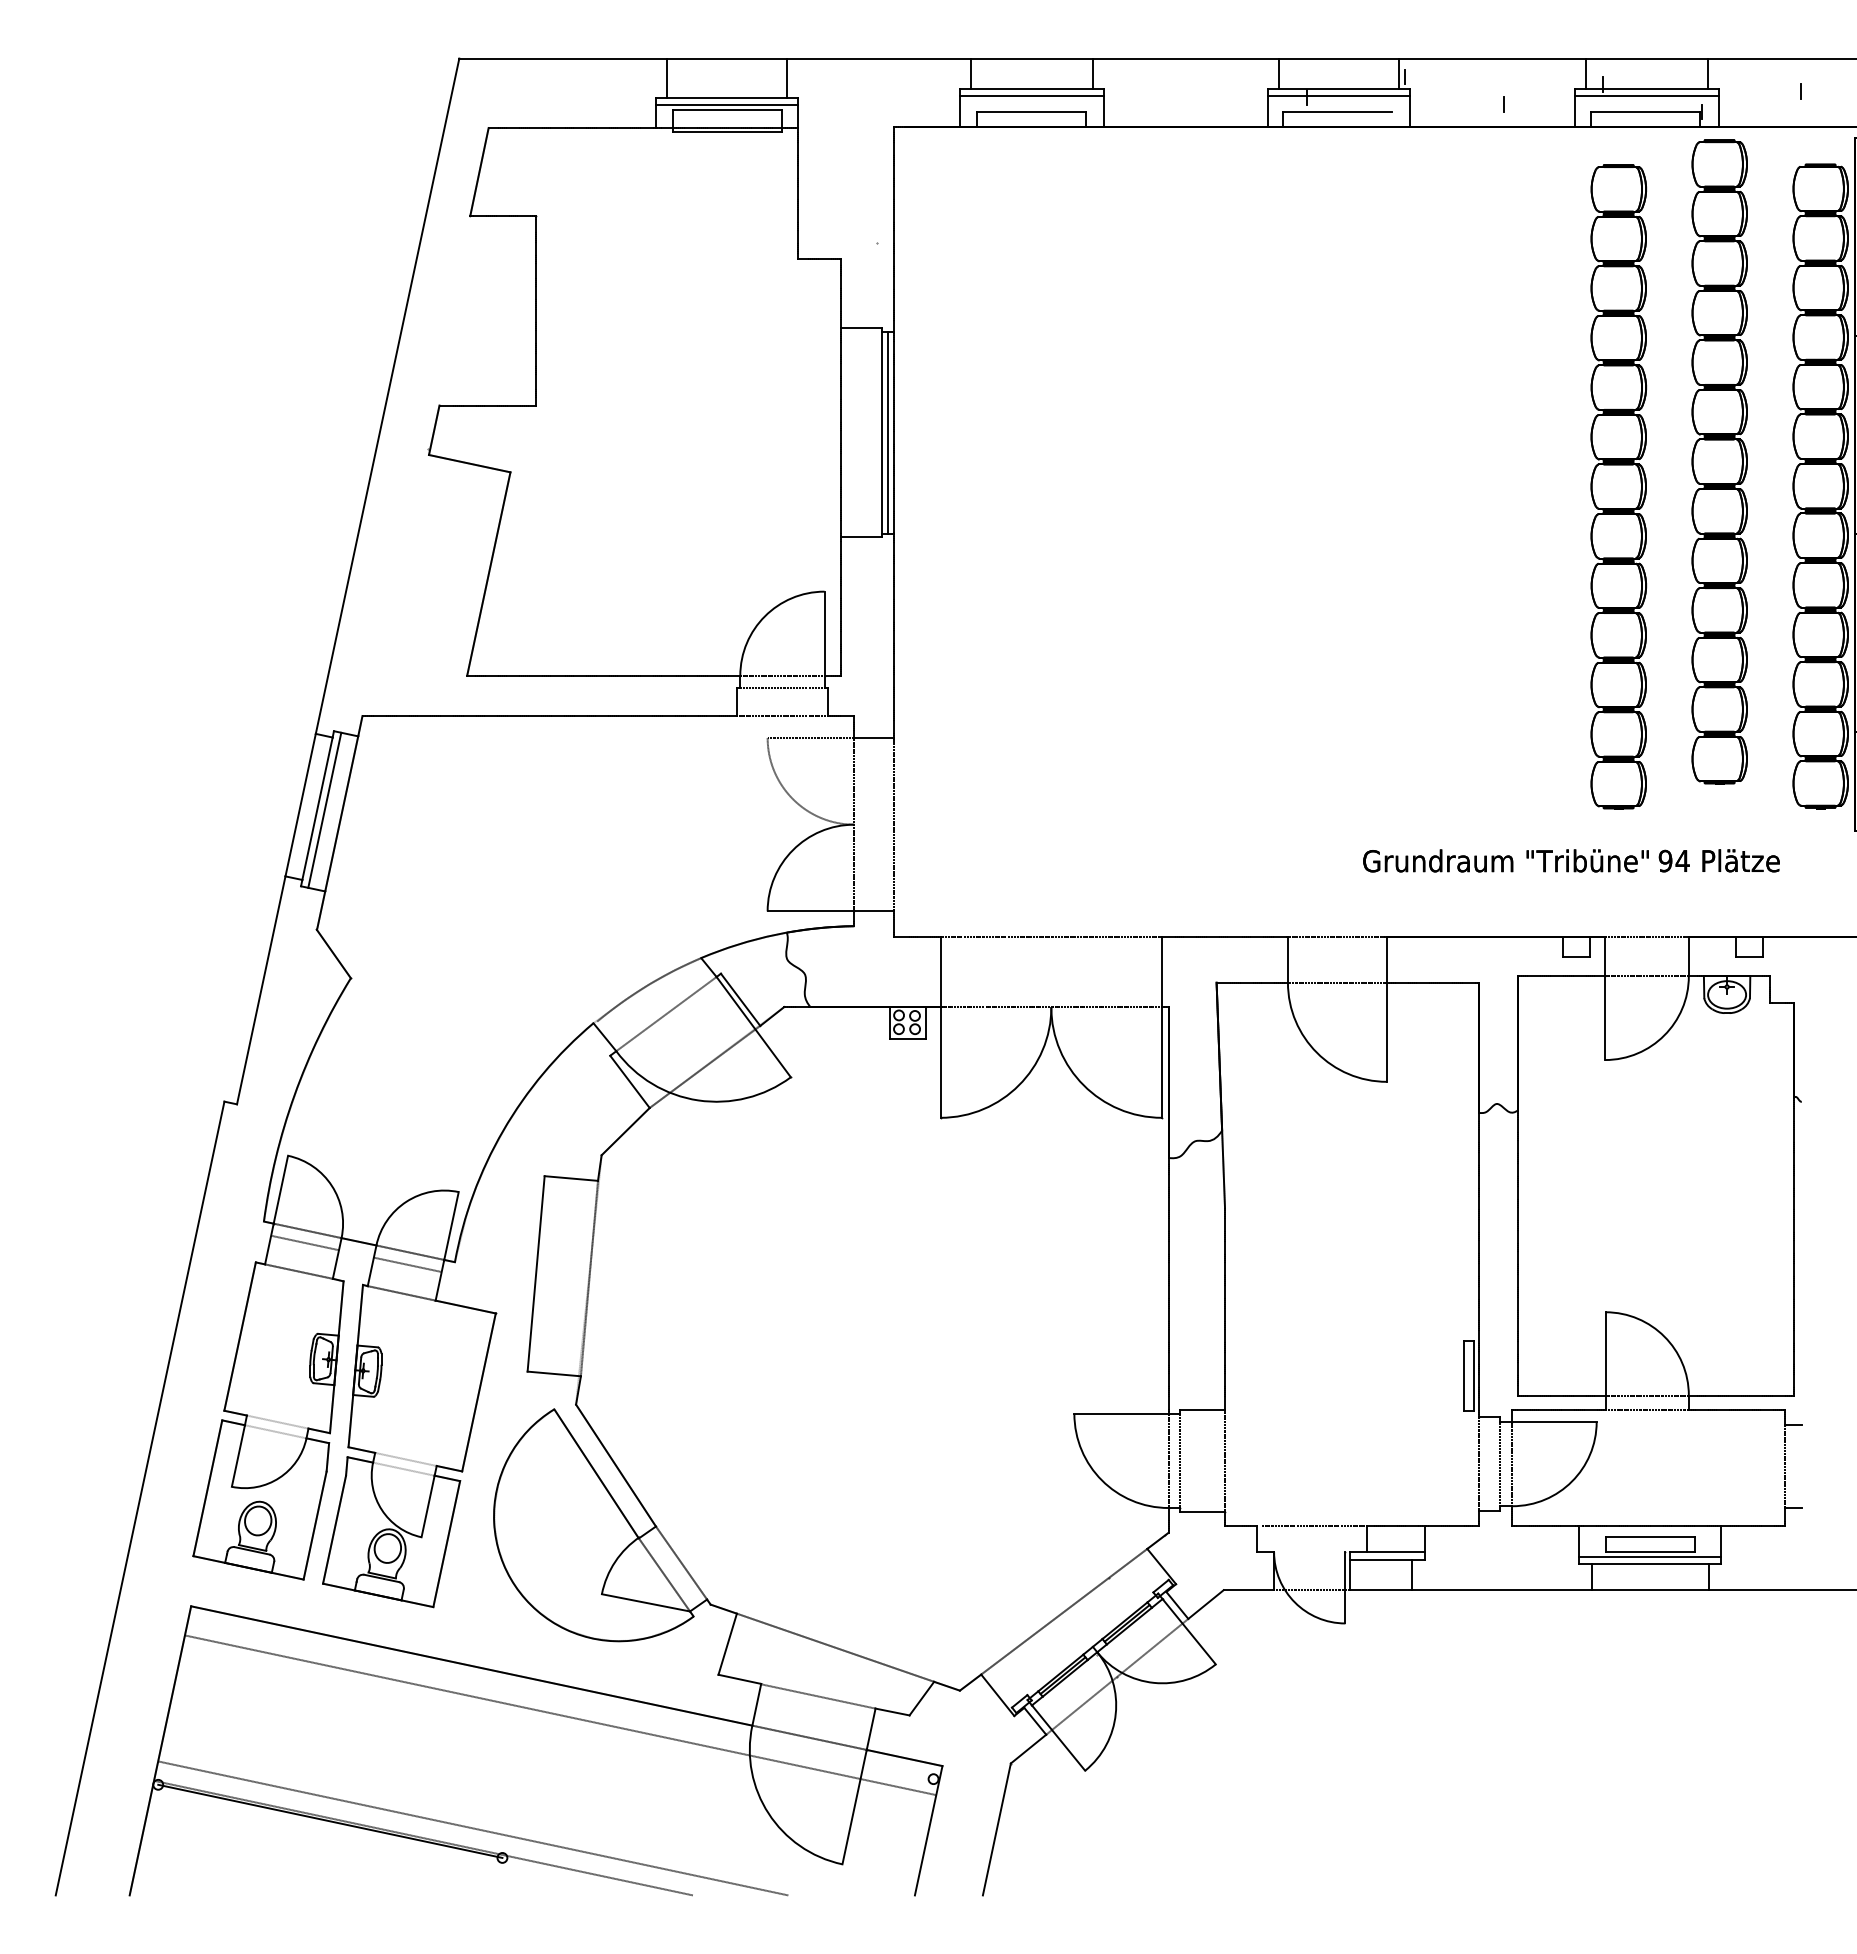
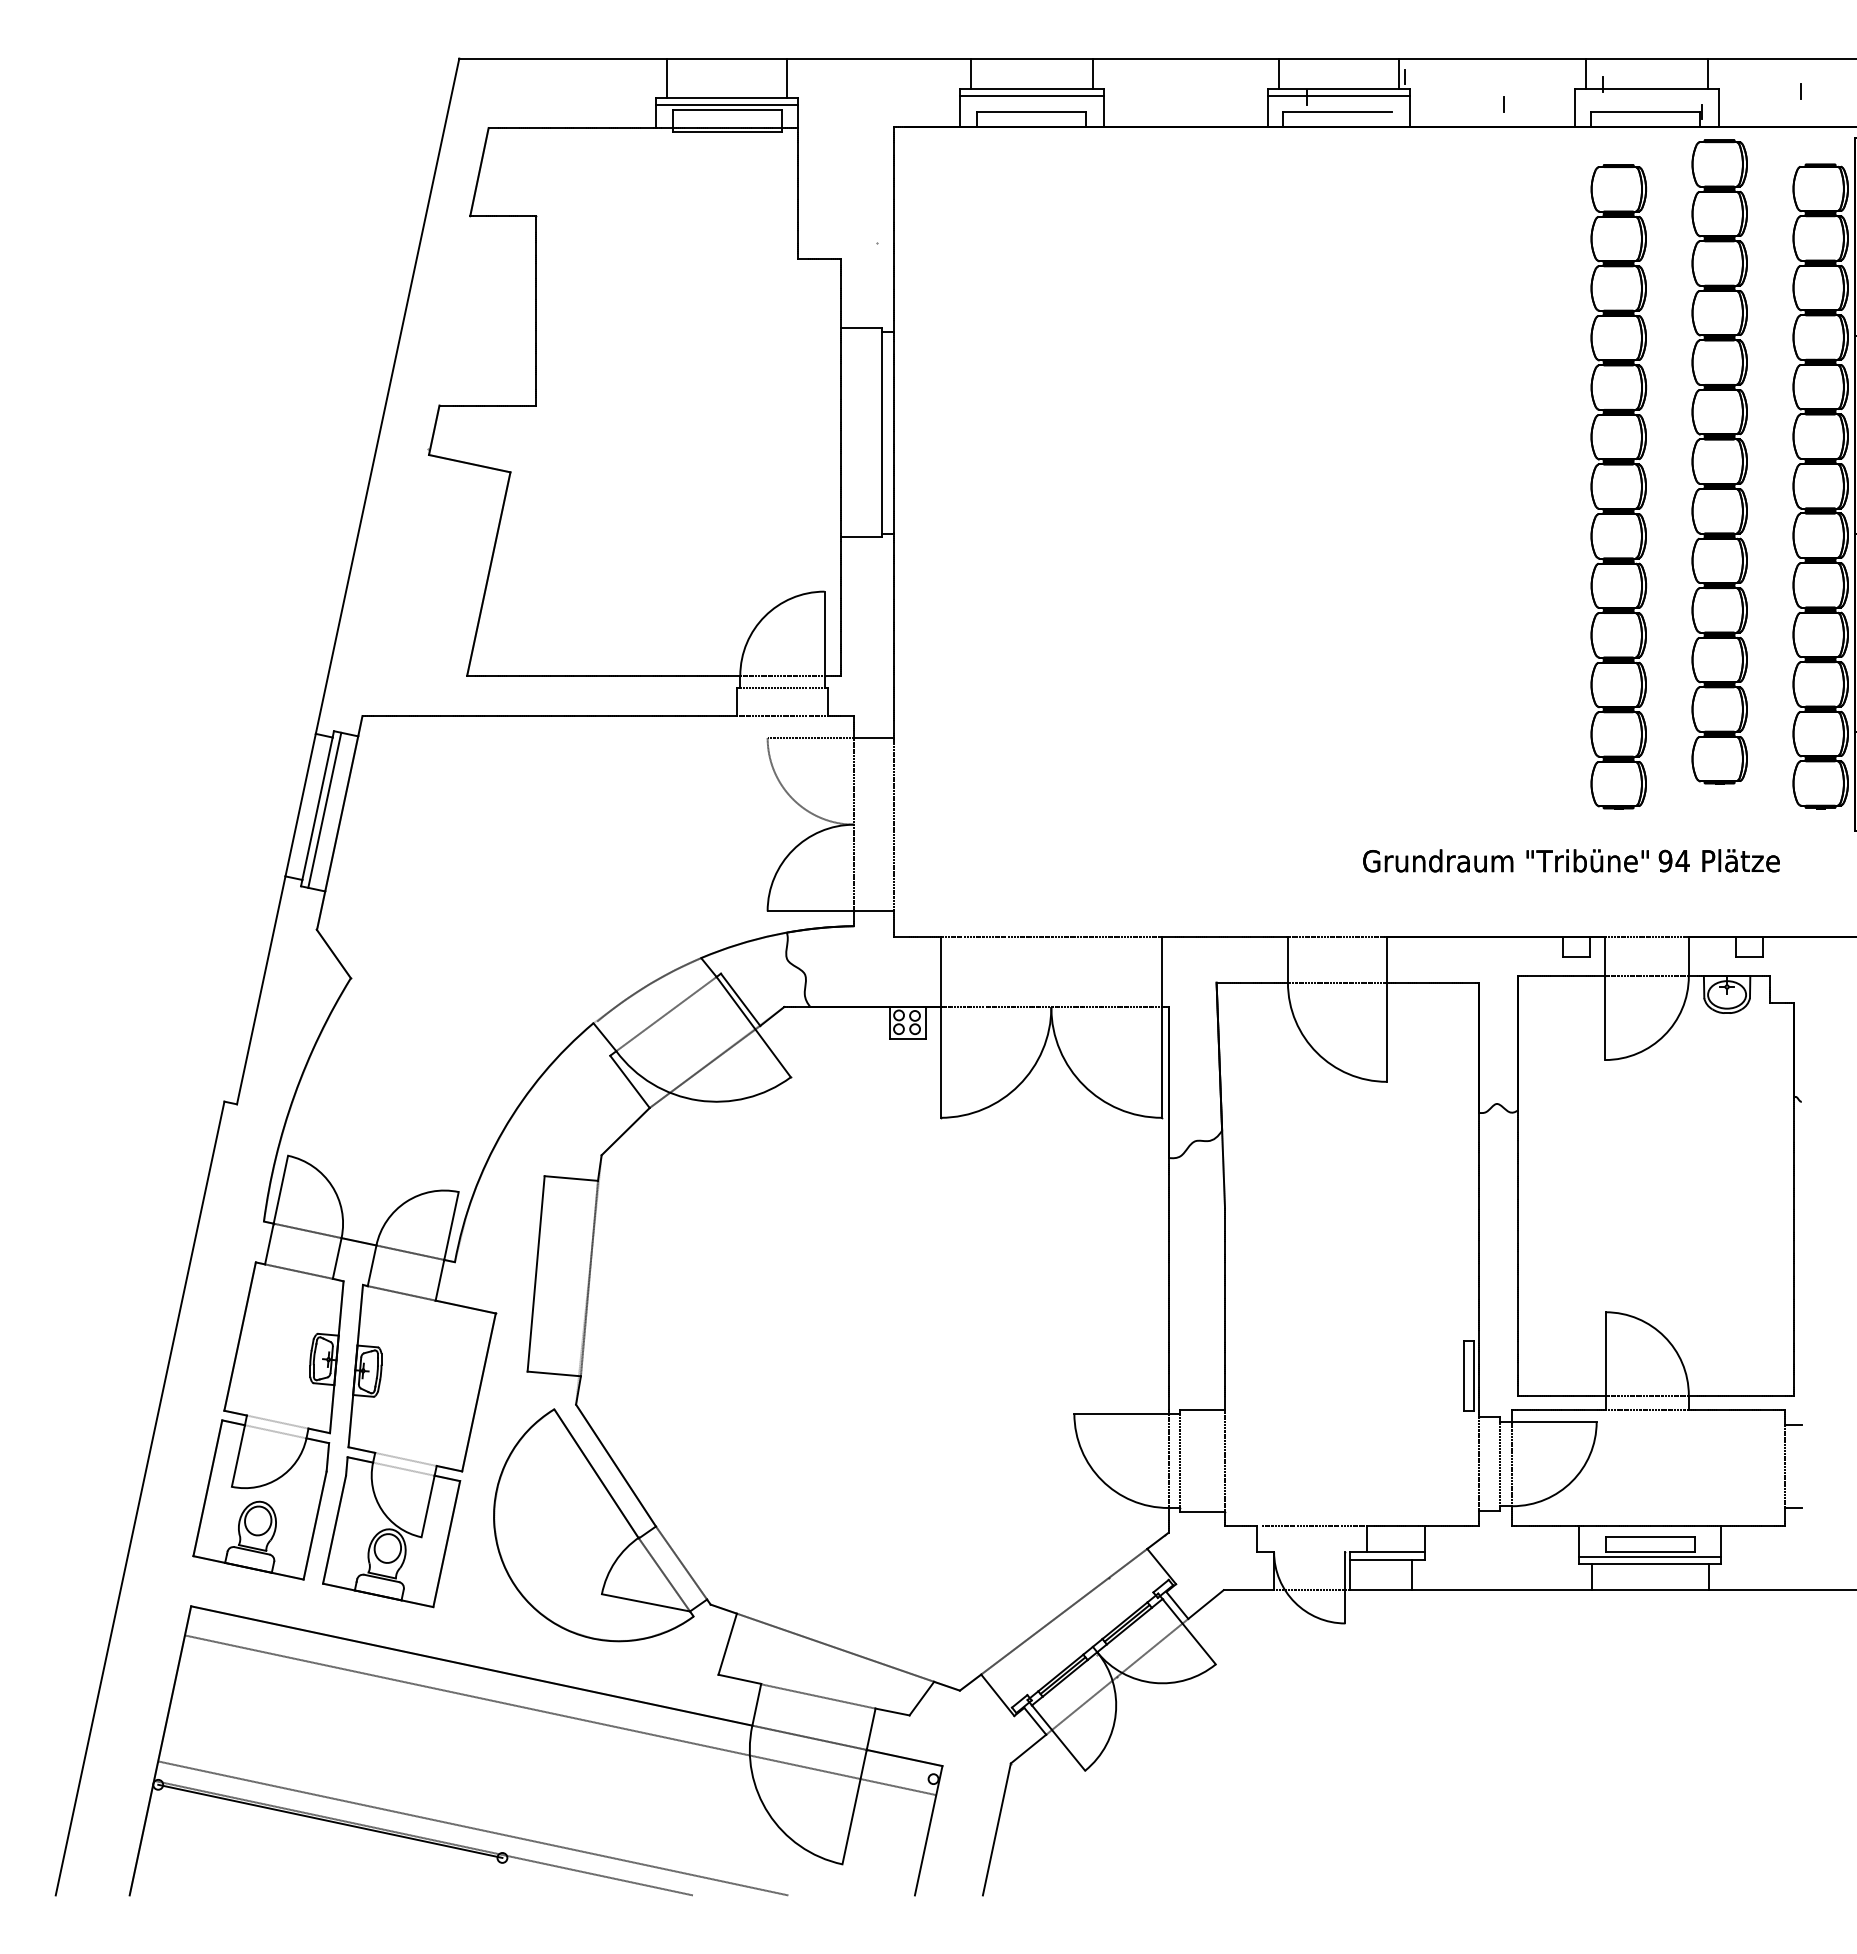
line at (1646, 96): present -> none
line at (888, 432): present -> none
line at (305, 1242): present -> none
line at (407, 1264): present -> none
